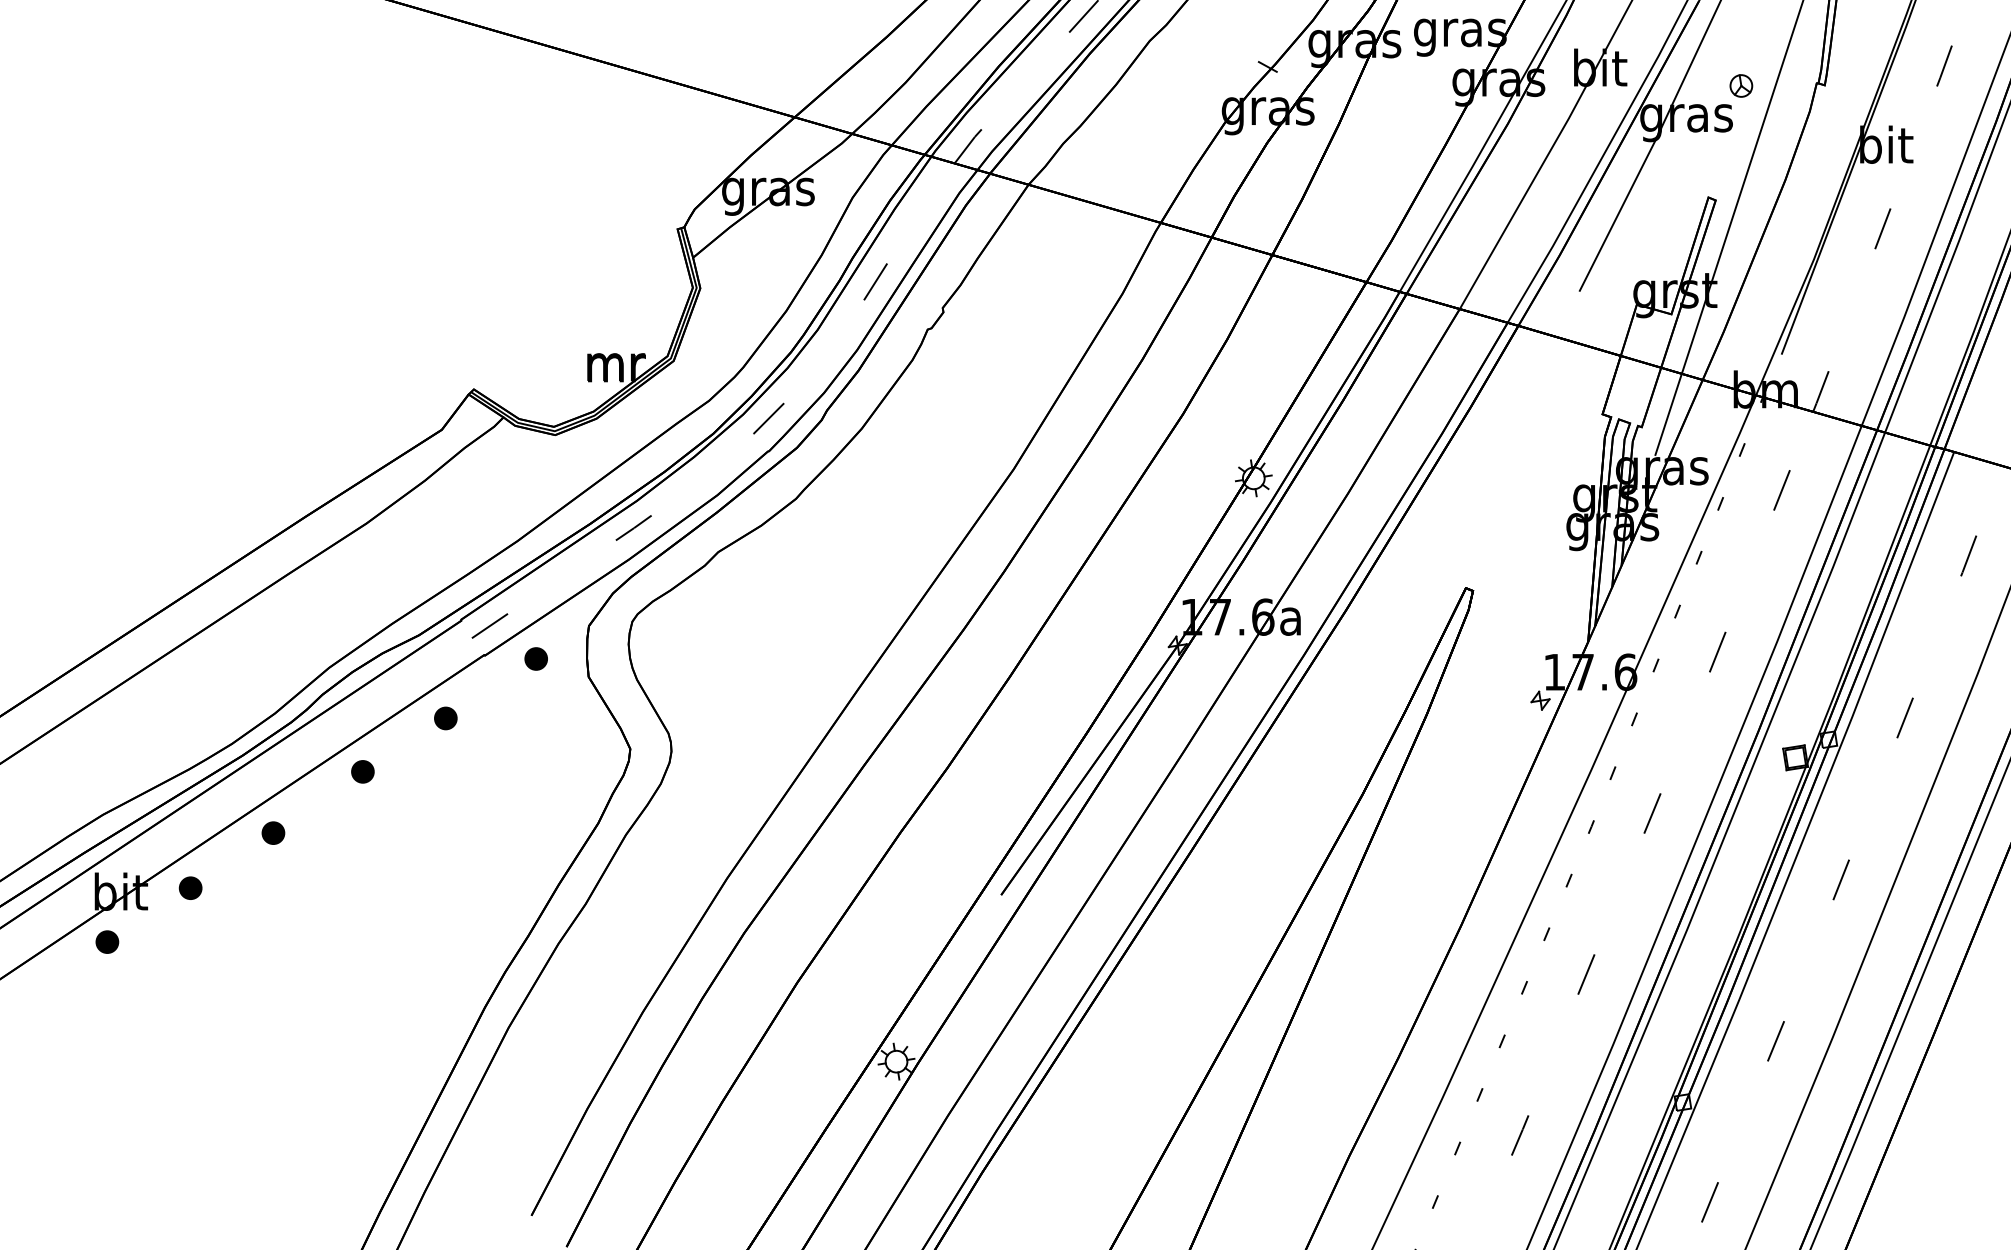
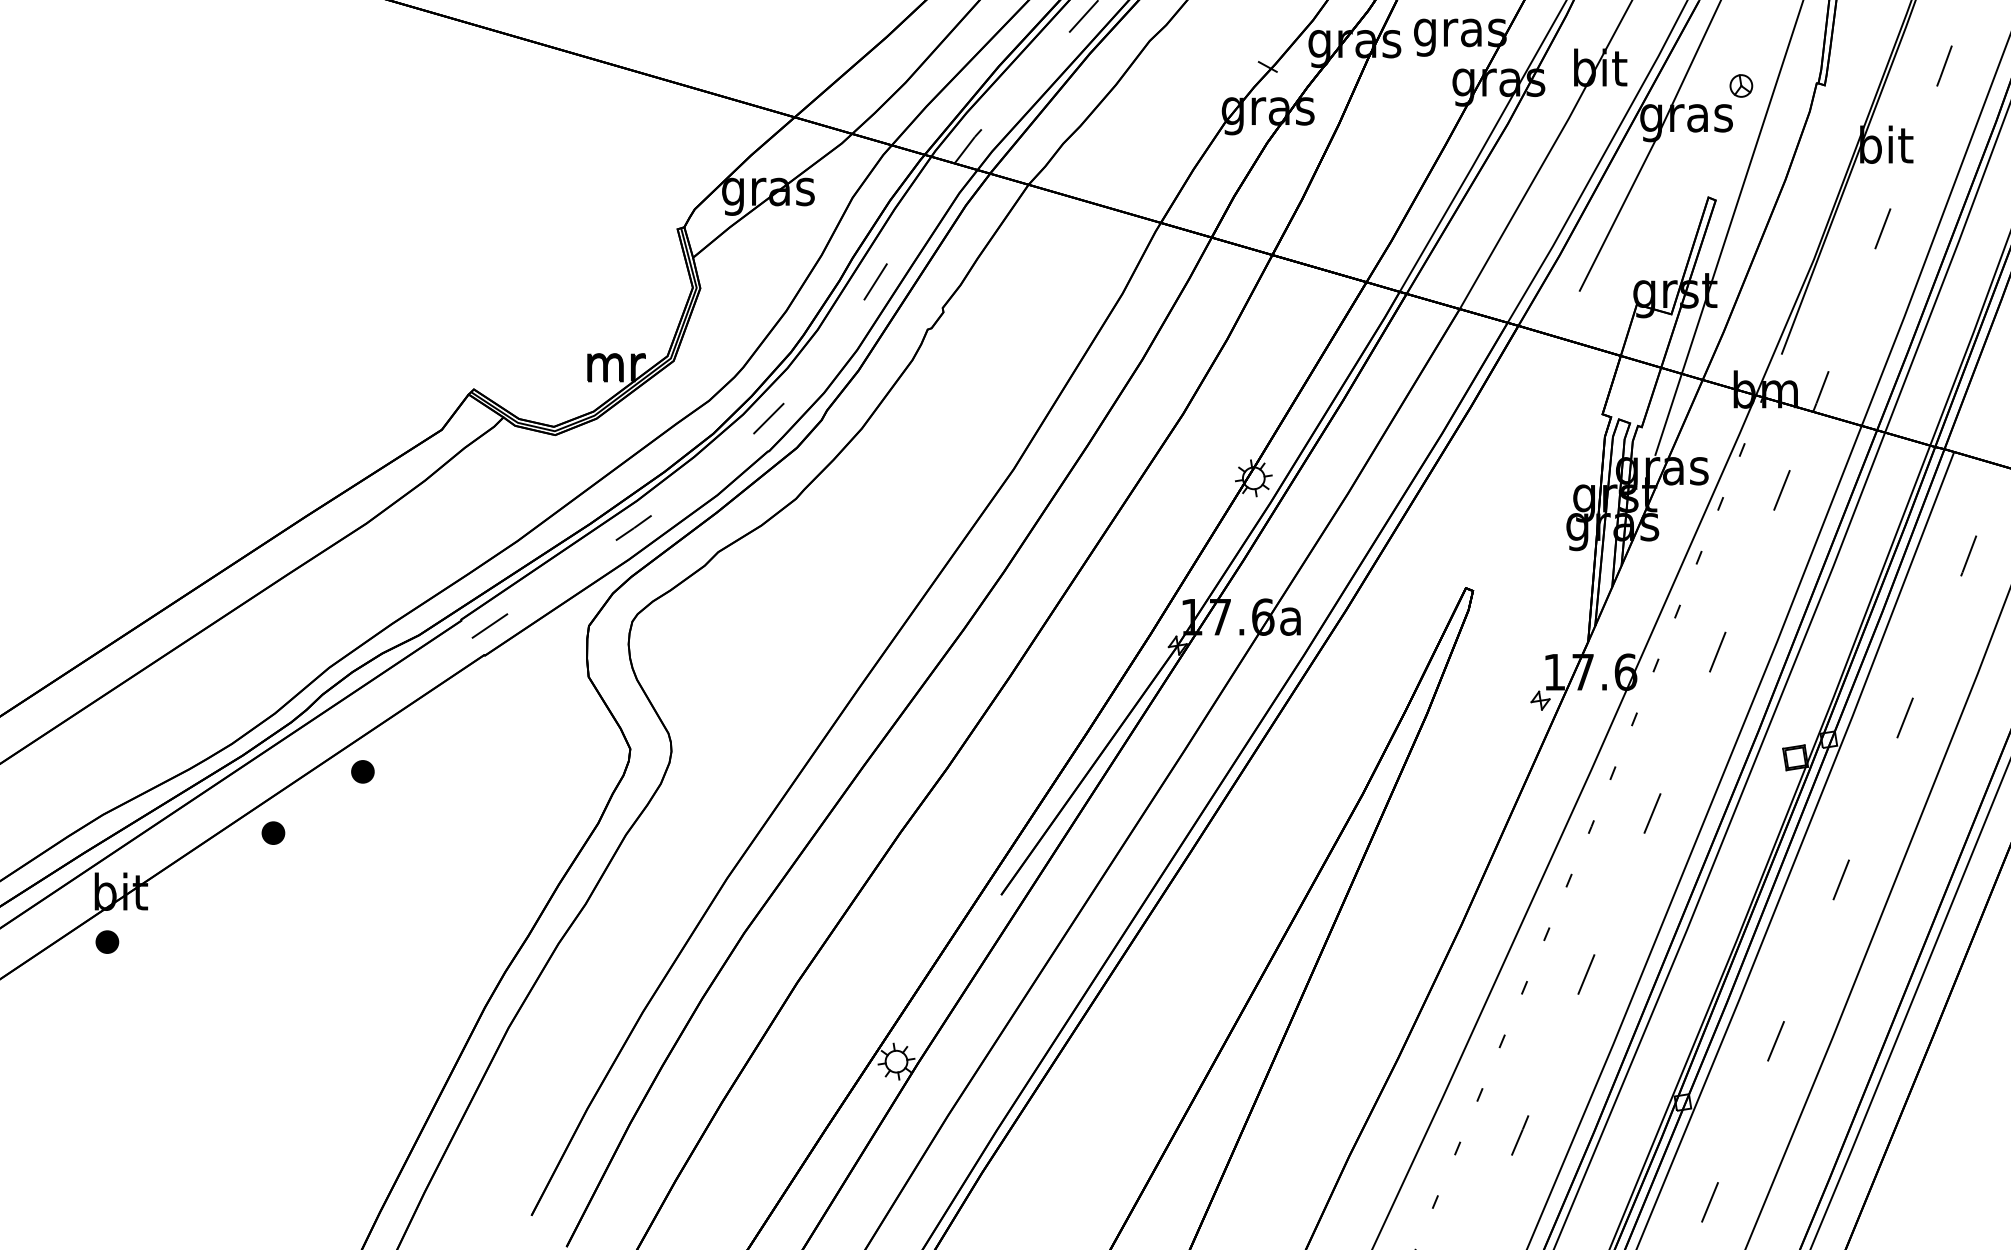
part at (535, 658): present -> none
part at (445, 718): present -> none
part at (190, 887): present -> none
